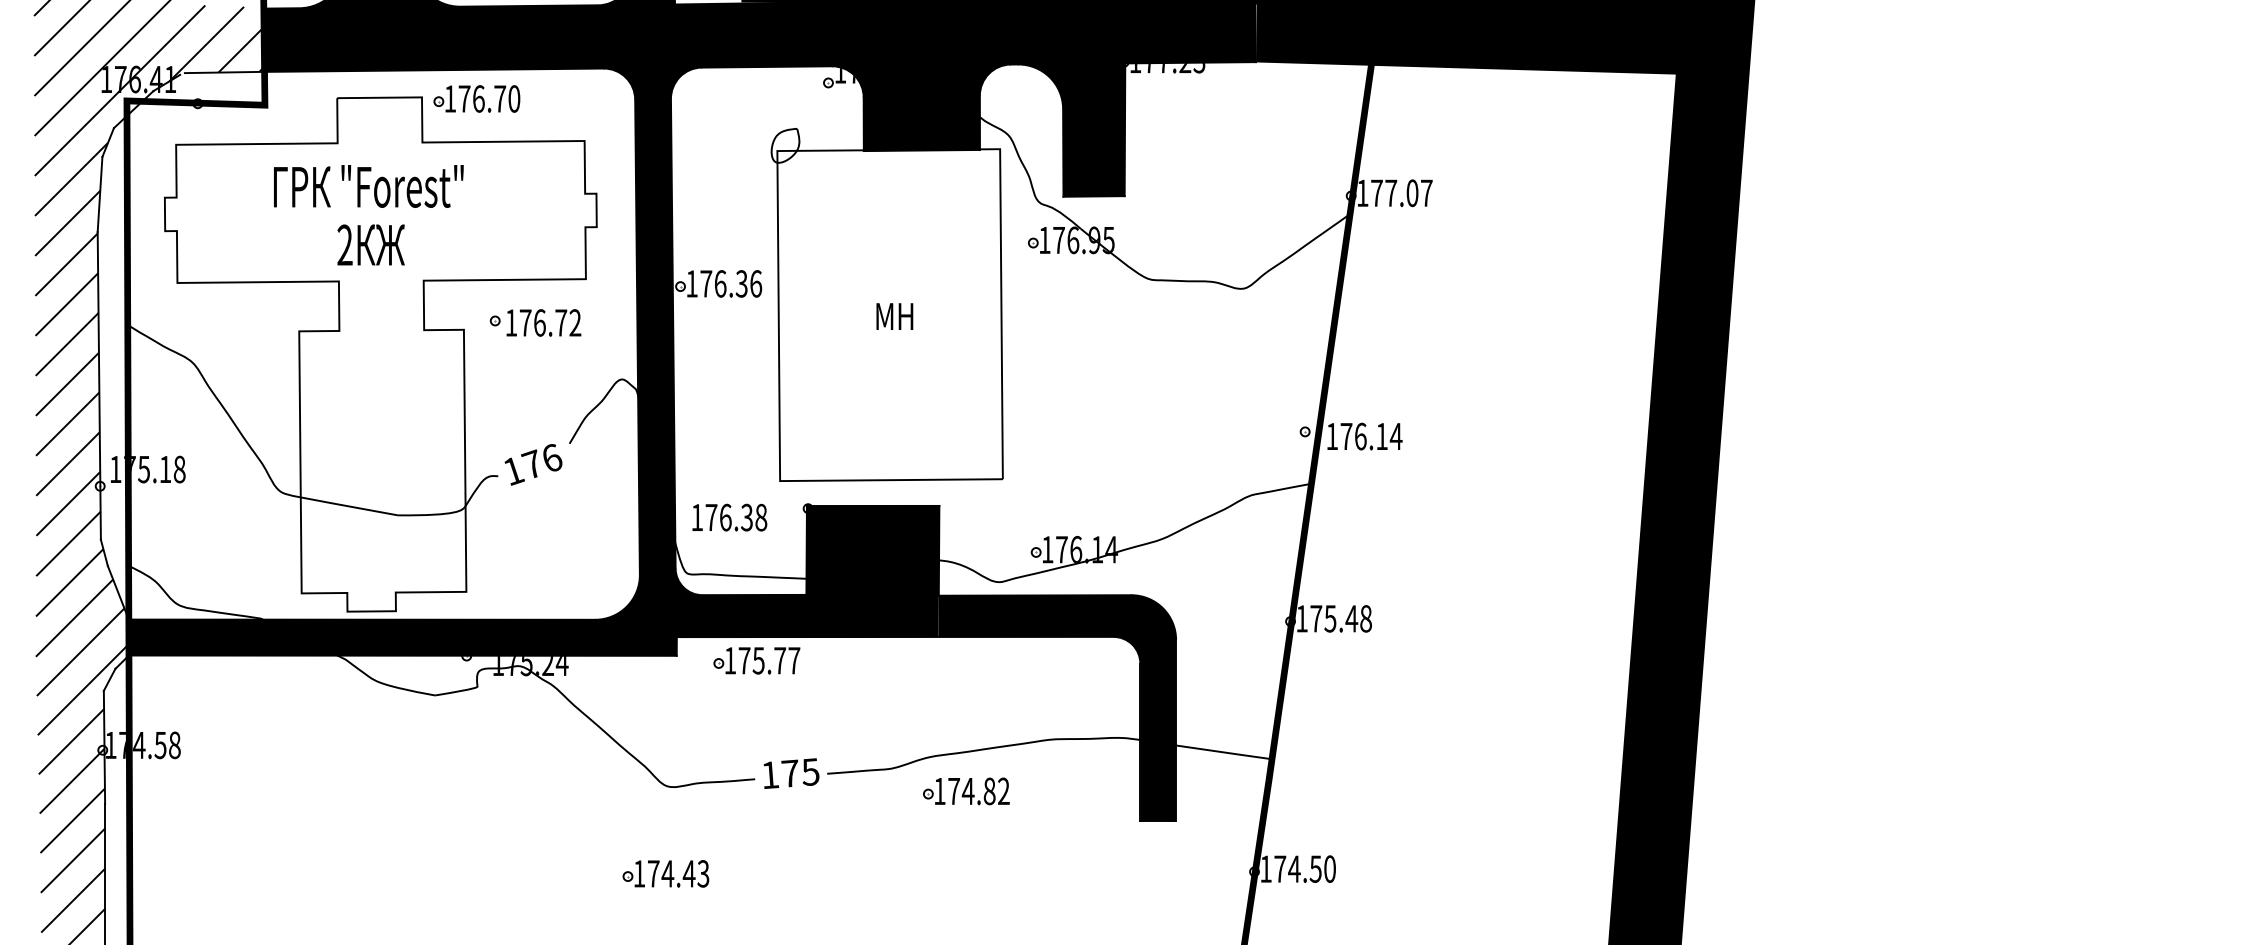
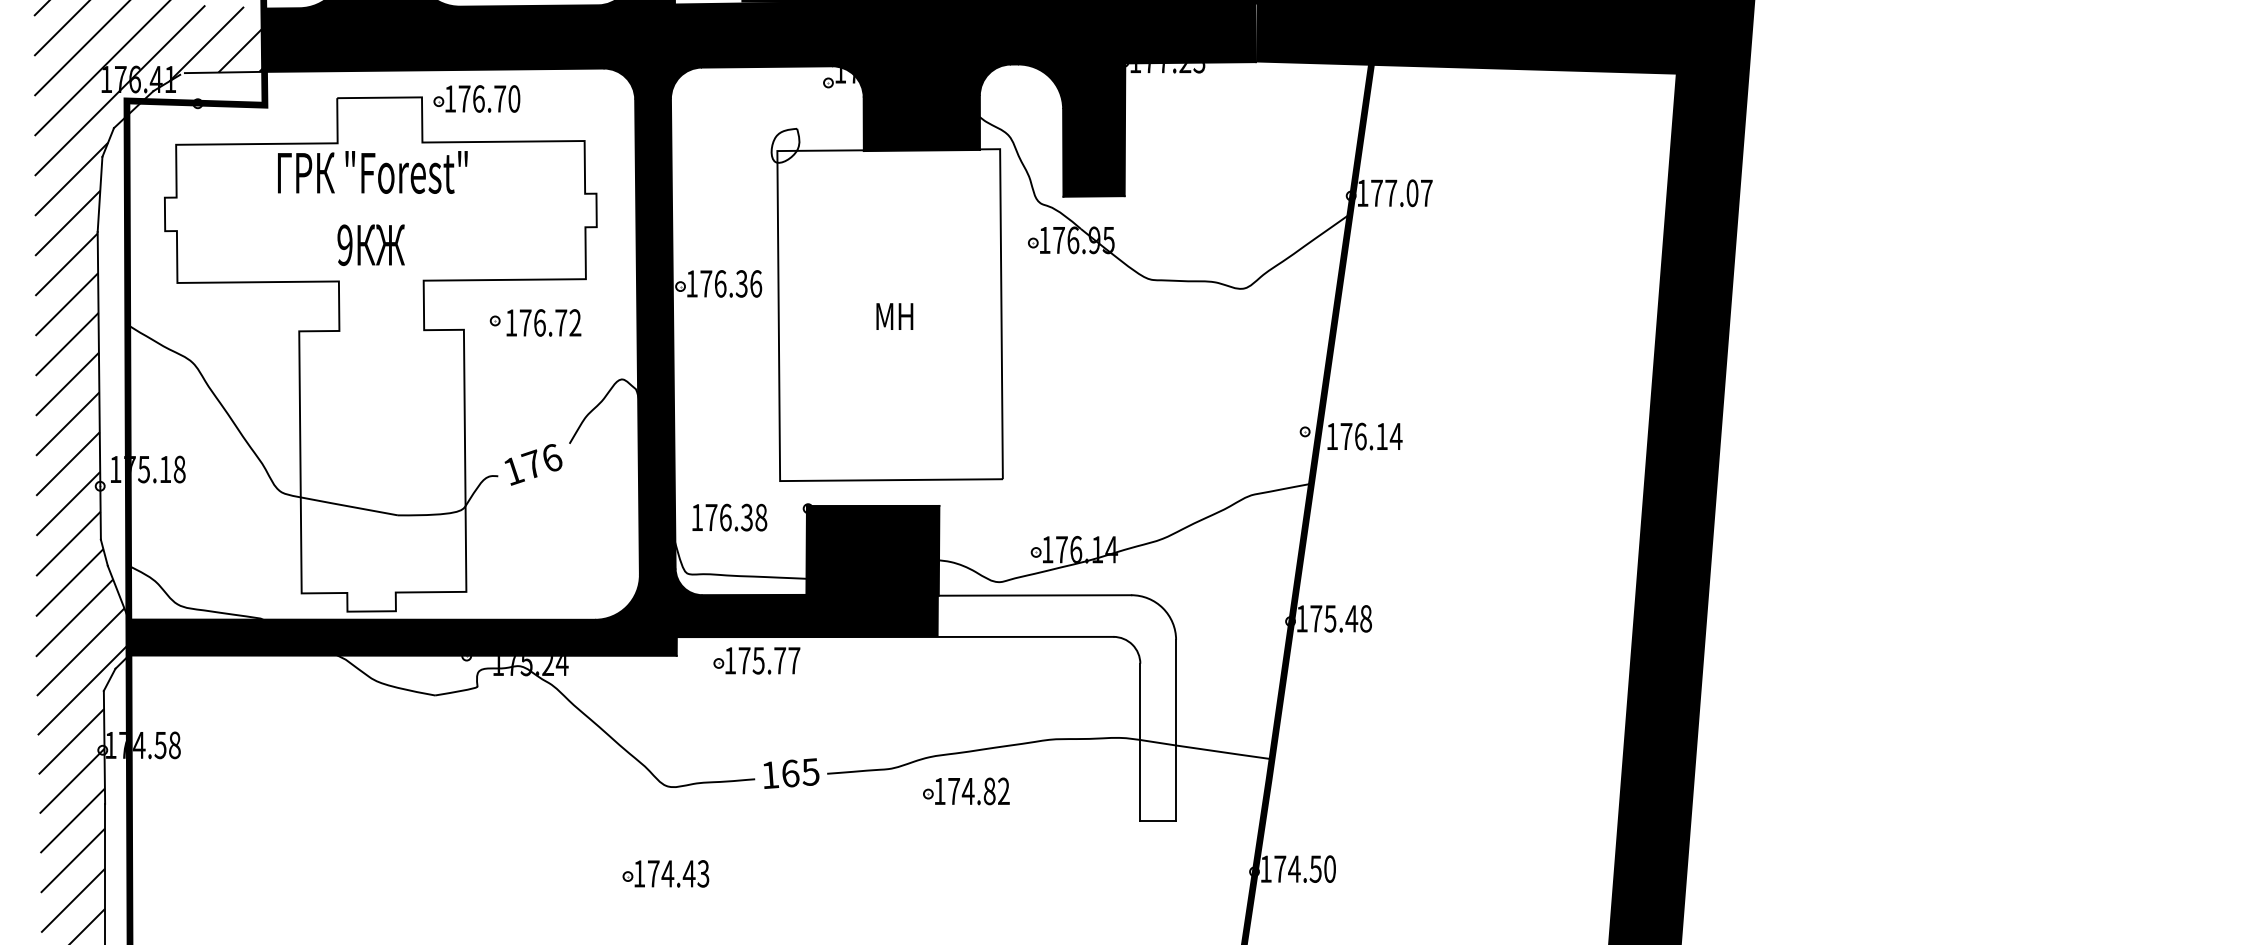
text at (368, 186) position: (368, 186) -> (372, 172)
text at (344, 245): 2 -> 9
fill at (1057, 708): present -> none
text at (790, 773): 175 -> 165
